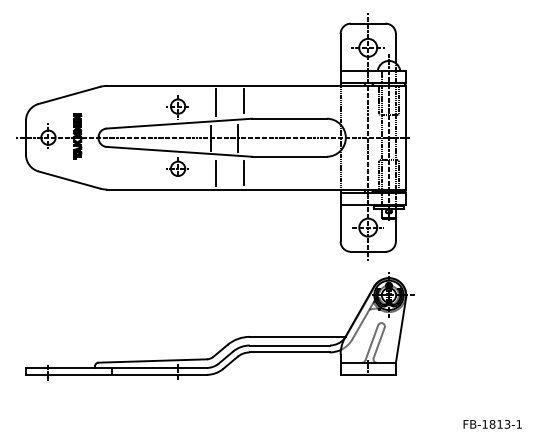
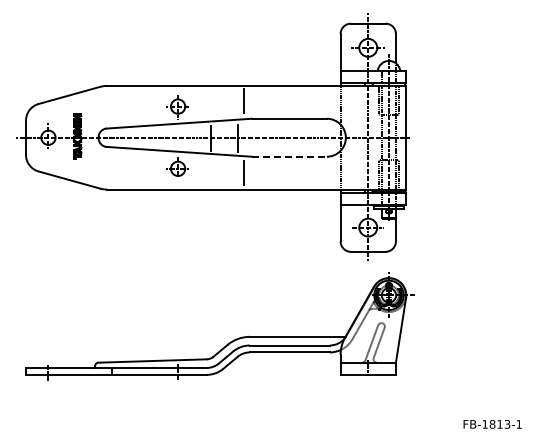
line at (216, 101): present -> none
line at (290, 156): solid -> dashed
line at (216, 173): present -> none
